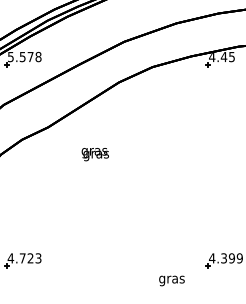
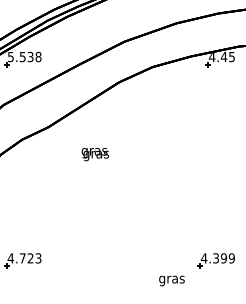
text at (30, 56): 5.578 -> 5.538
part at (223, 260) position: (223, 260) -> (215, 260)
